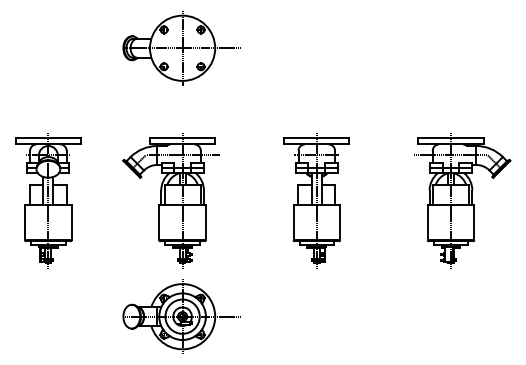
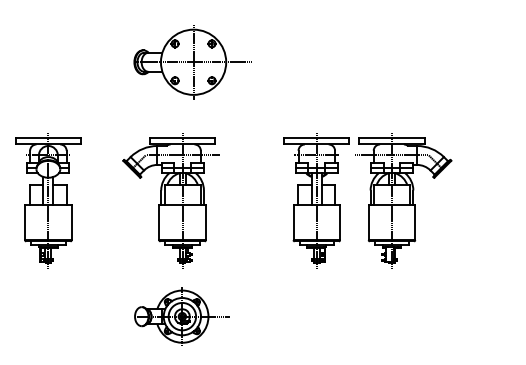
part at (181, 48) position: (181, 48) -> (192, 62)
part at (462, 200) position: (462, 200) -> (403, 200)
part at (181, 316) size: 119x75 px -> 96x59 px
